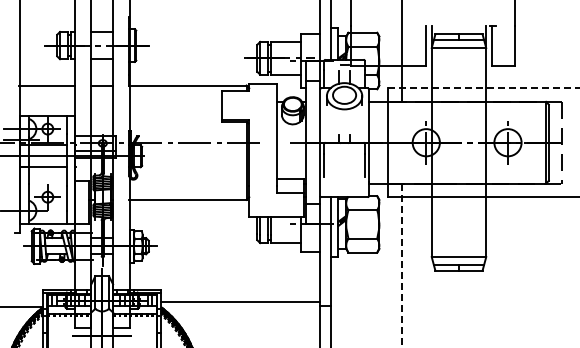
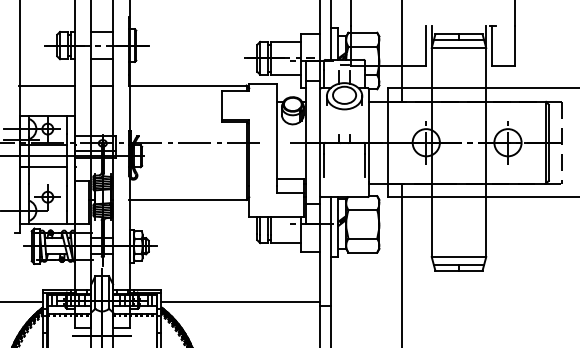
line at (484, 88): dashed -> solid
line at (401, 265): dashed -> solid
line at (22, 307) position: (22, 307) -> (22, 302)
